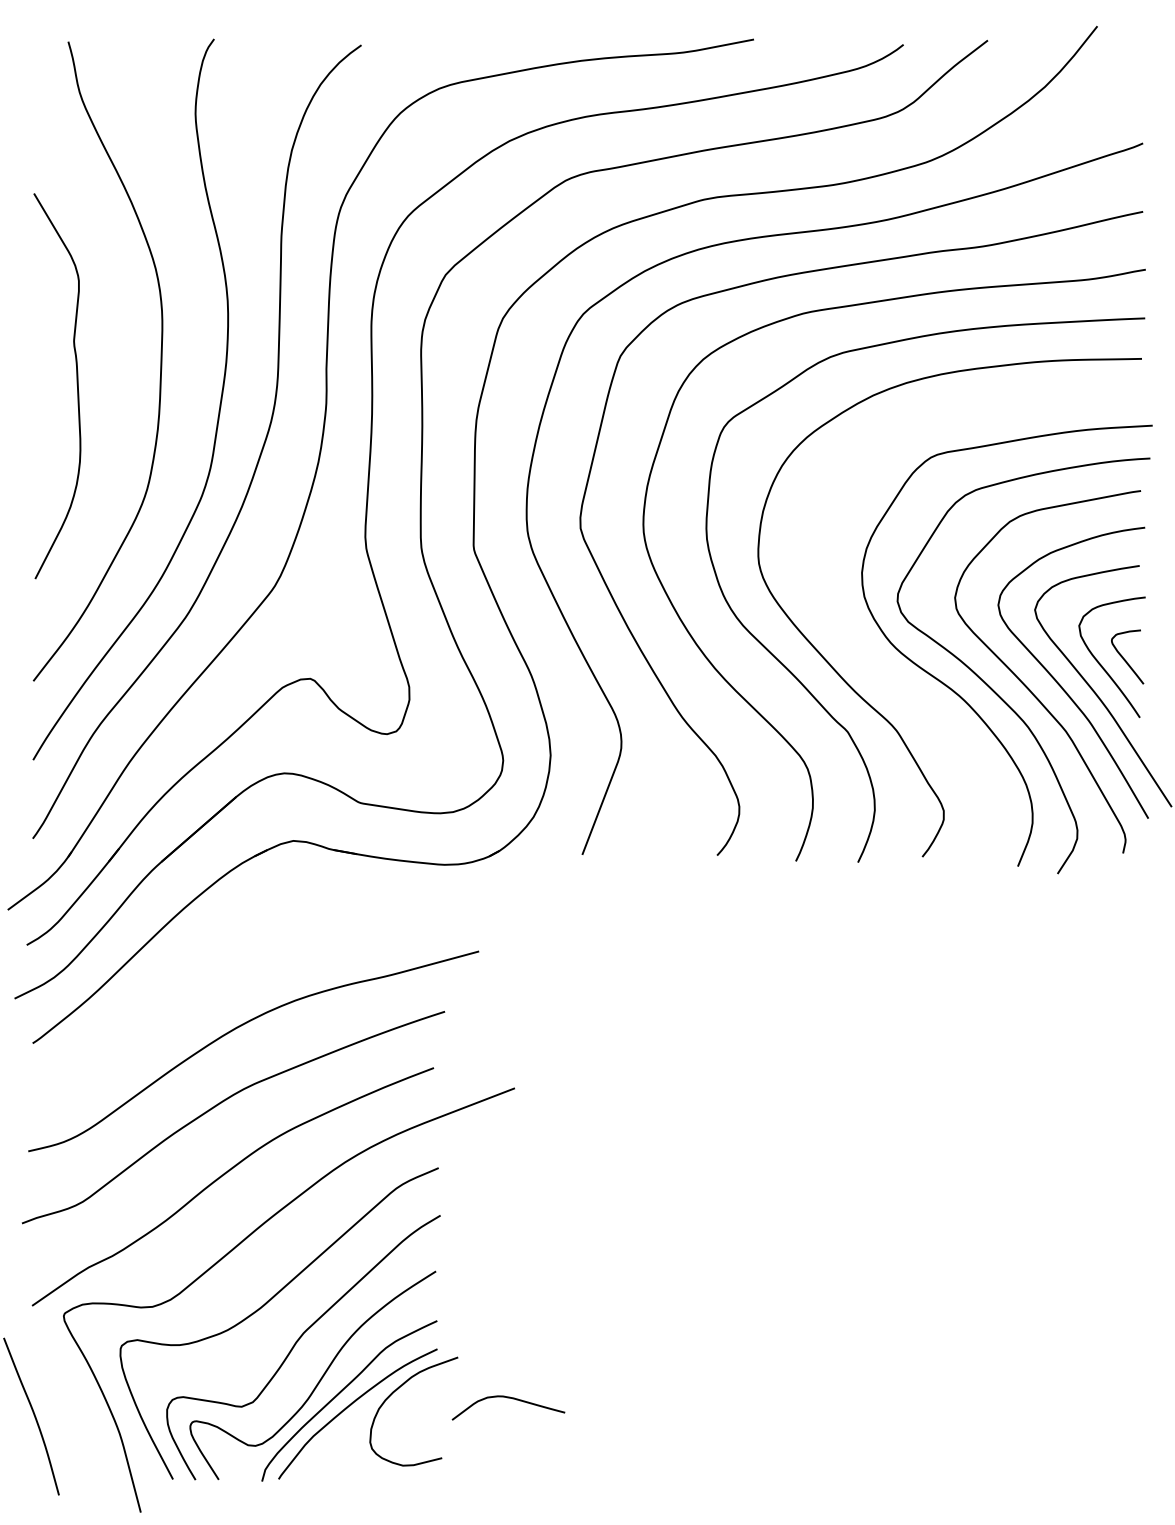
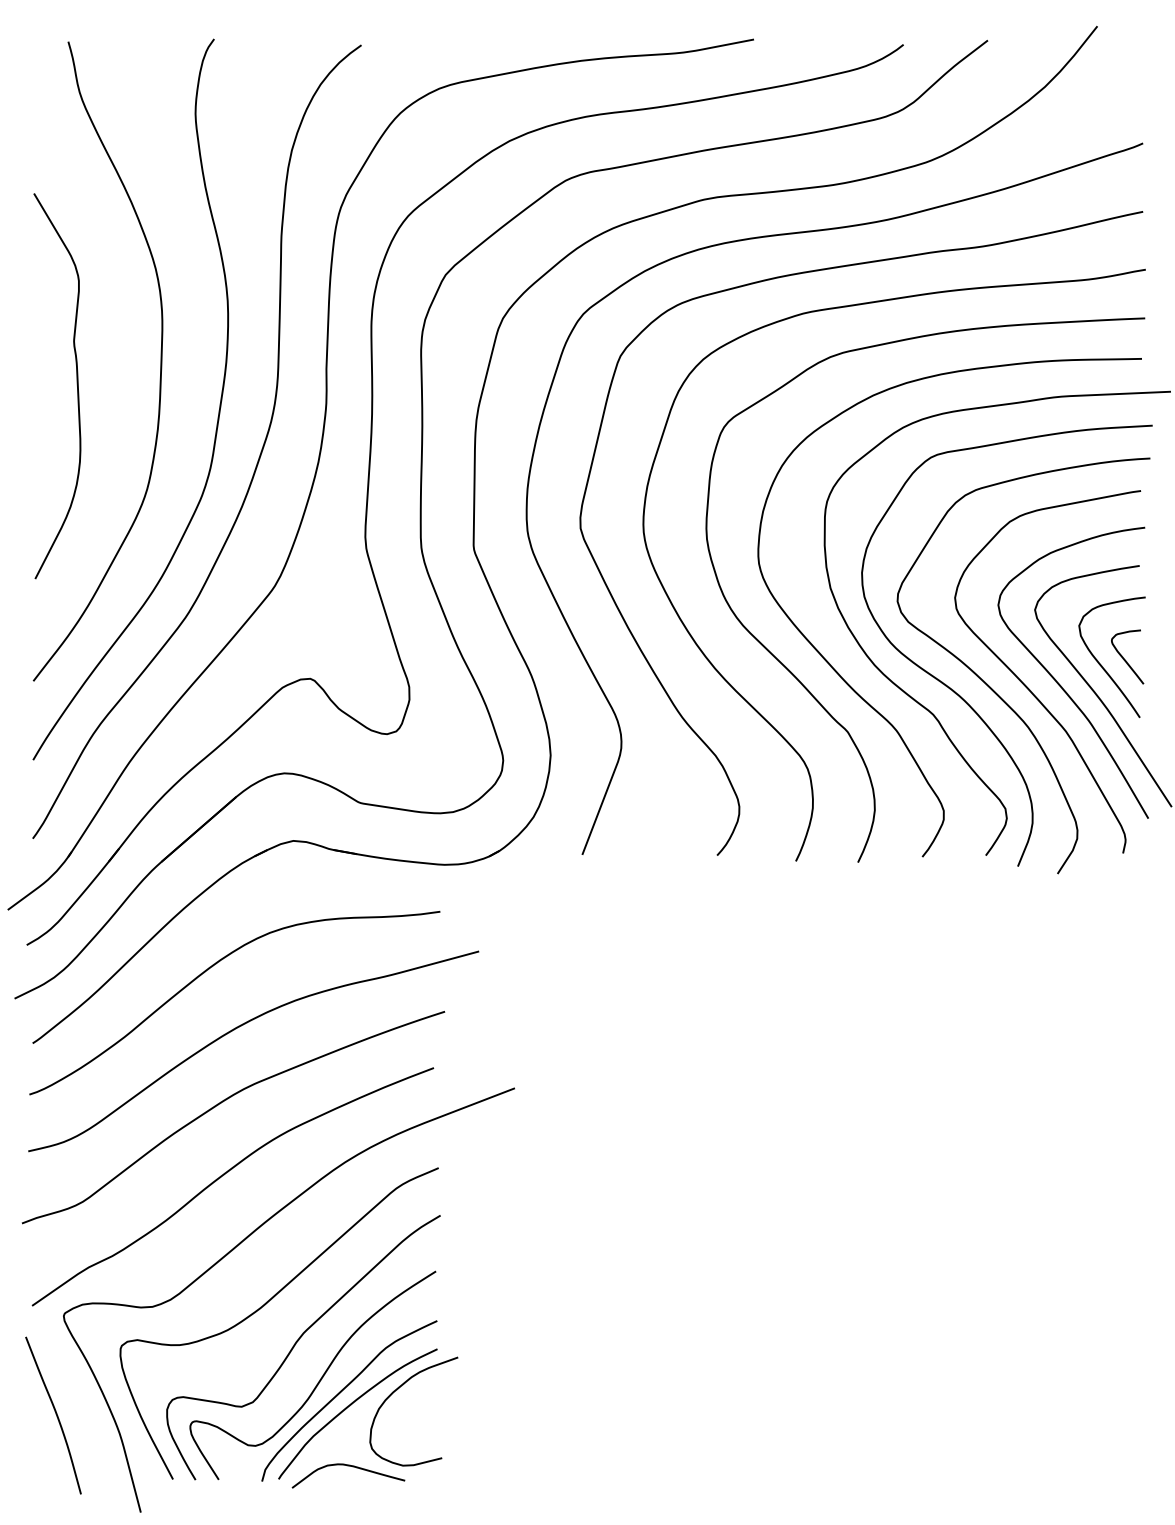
curve at (926, 707): none -> present
curve at (212, 967): none -> present
curve at (512, 1399) position: (512, 1399) -> (352, 1467)
curve at (33, 1415) position: (33, 1415) -> (55, 1414)
